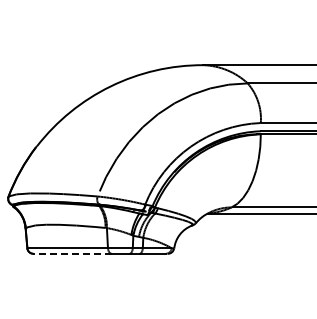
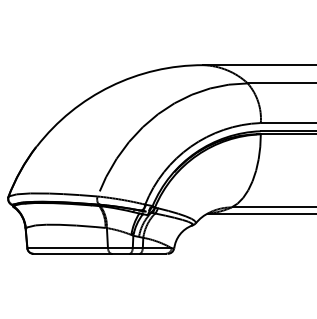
line at (72, 253): dashed -> solid
